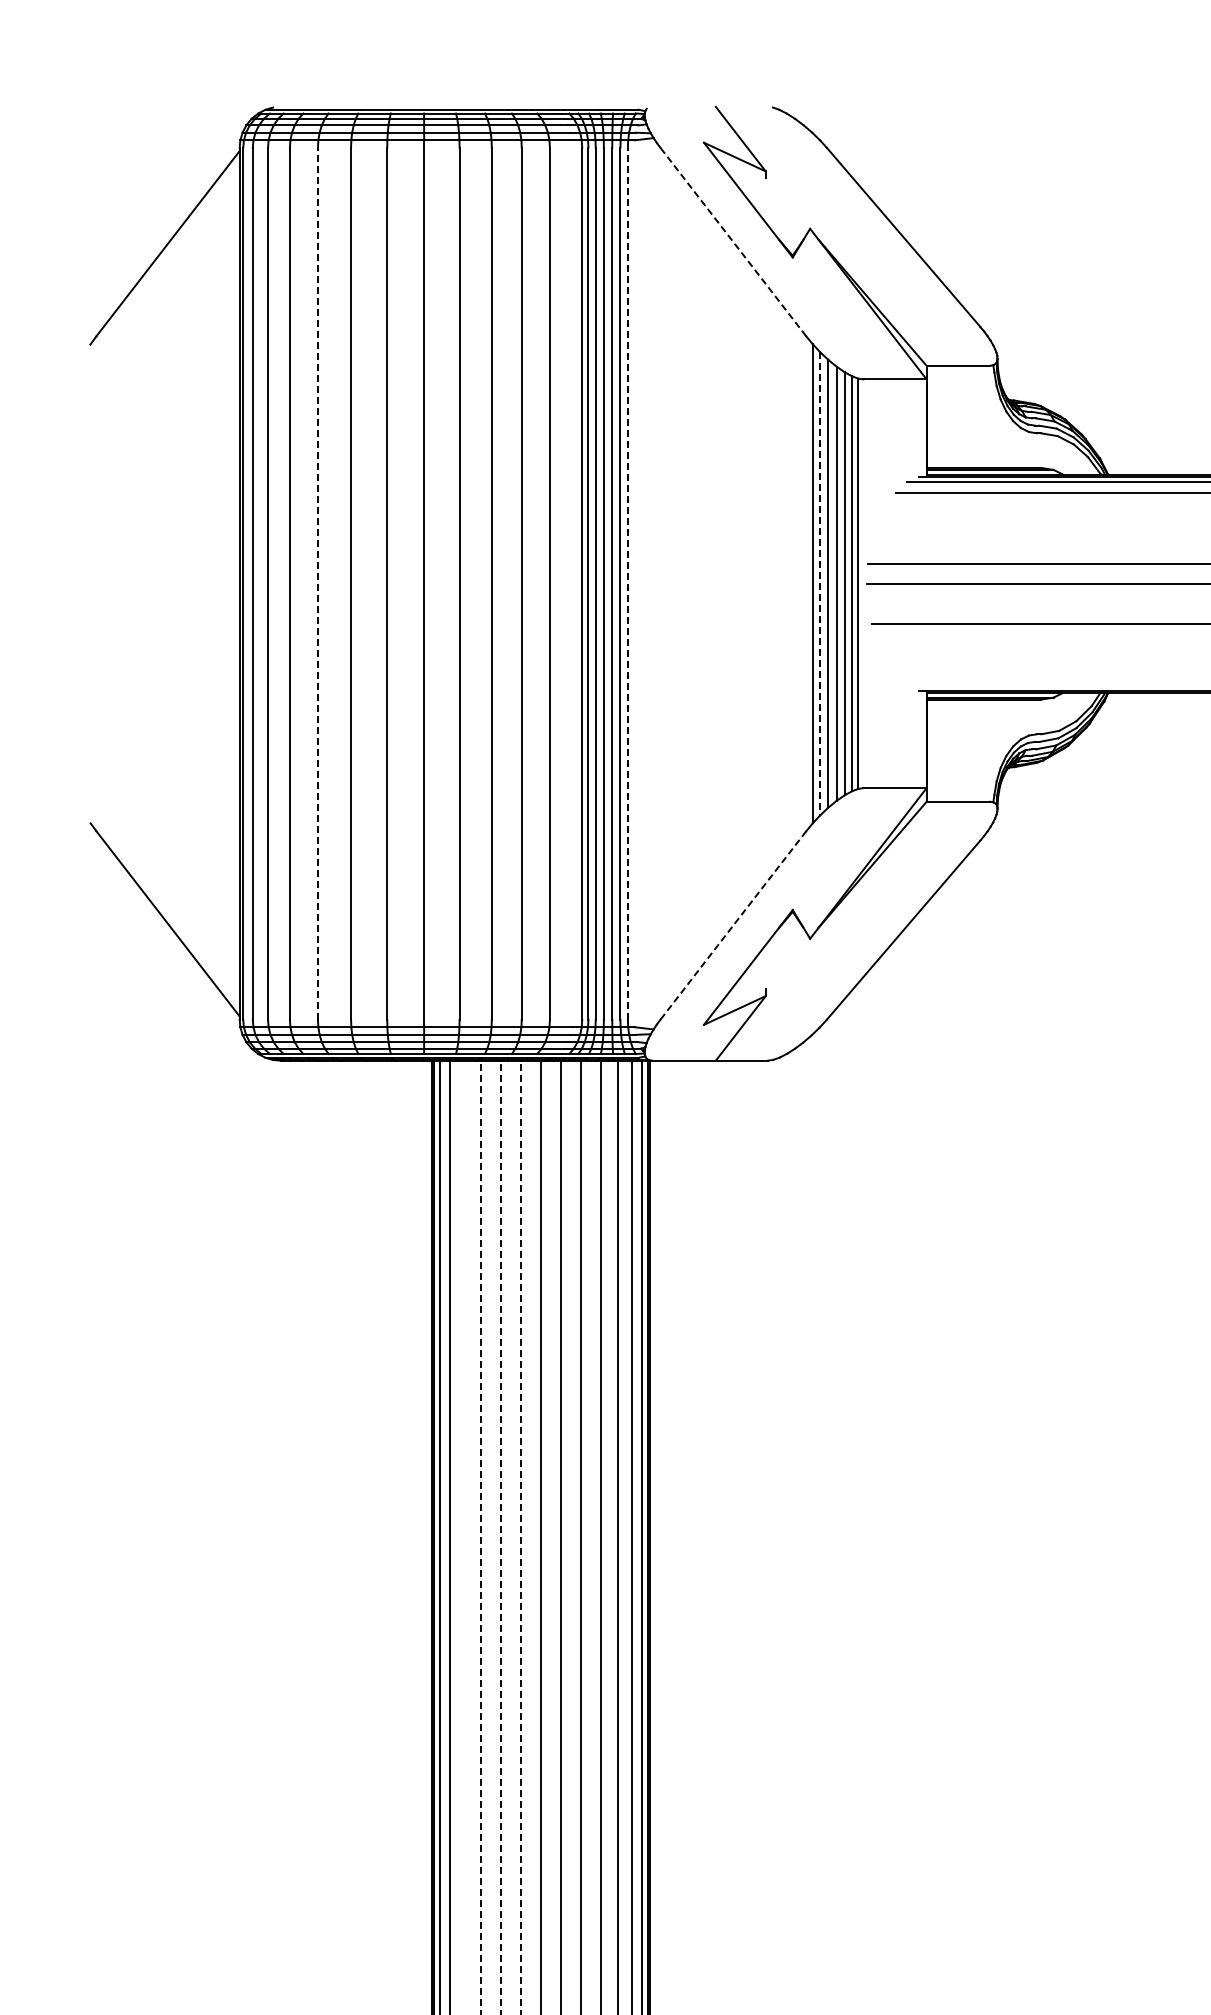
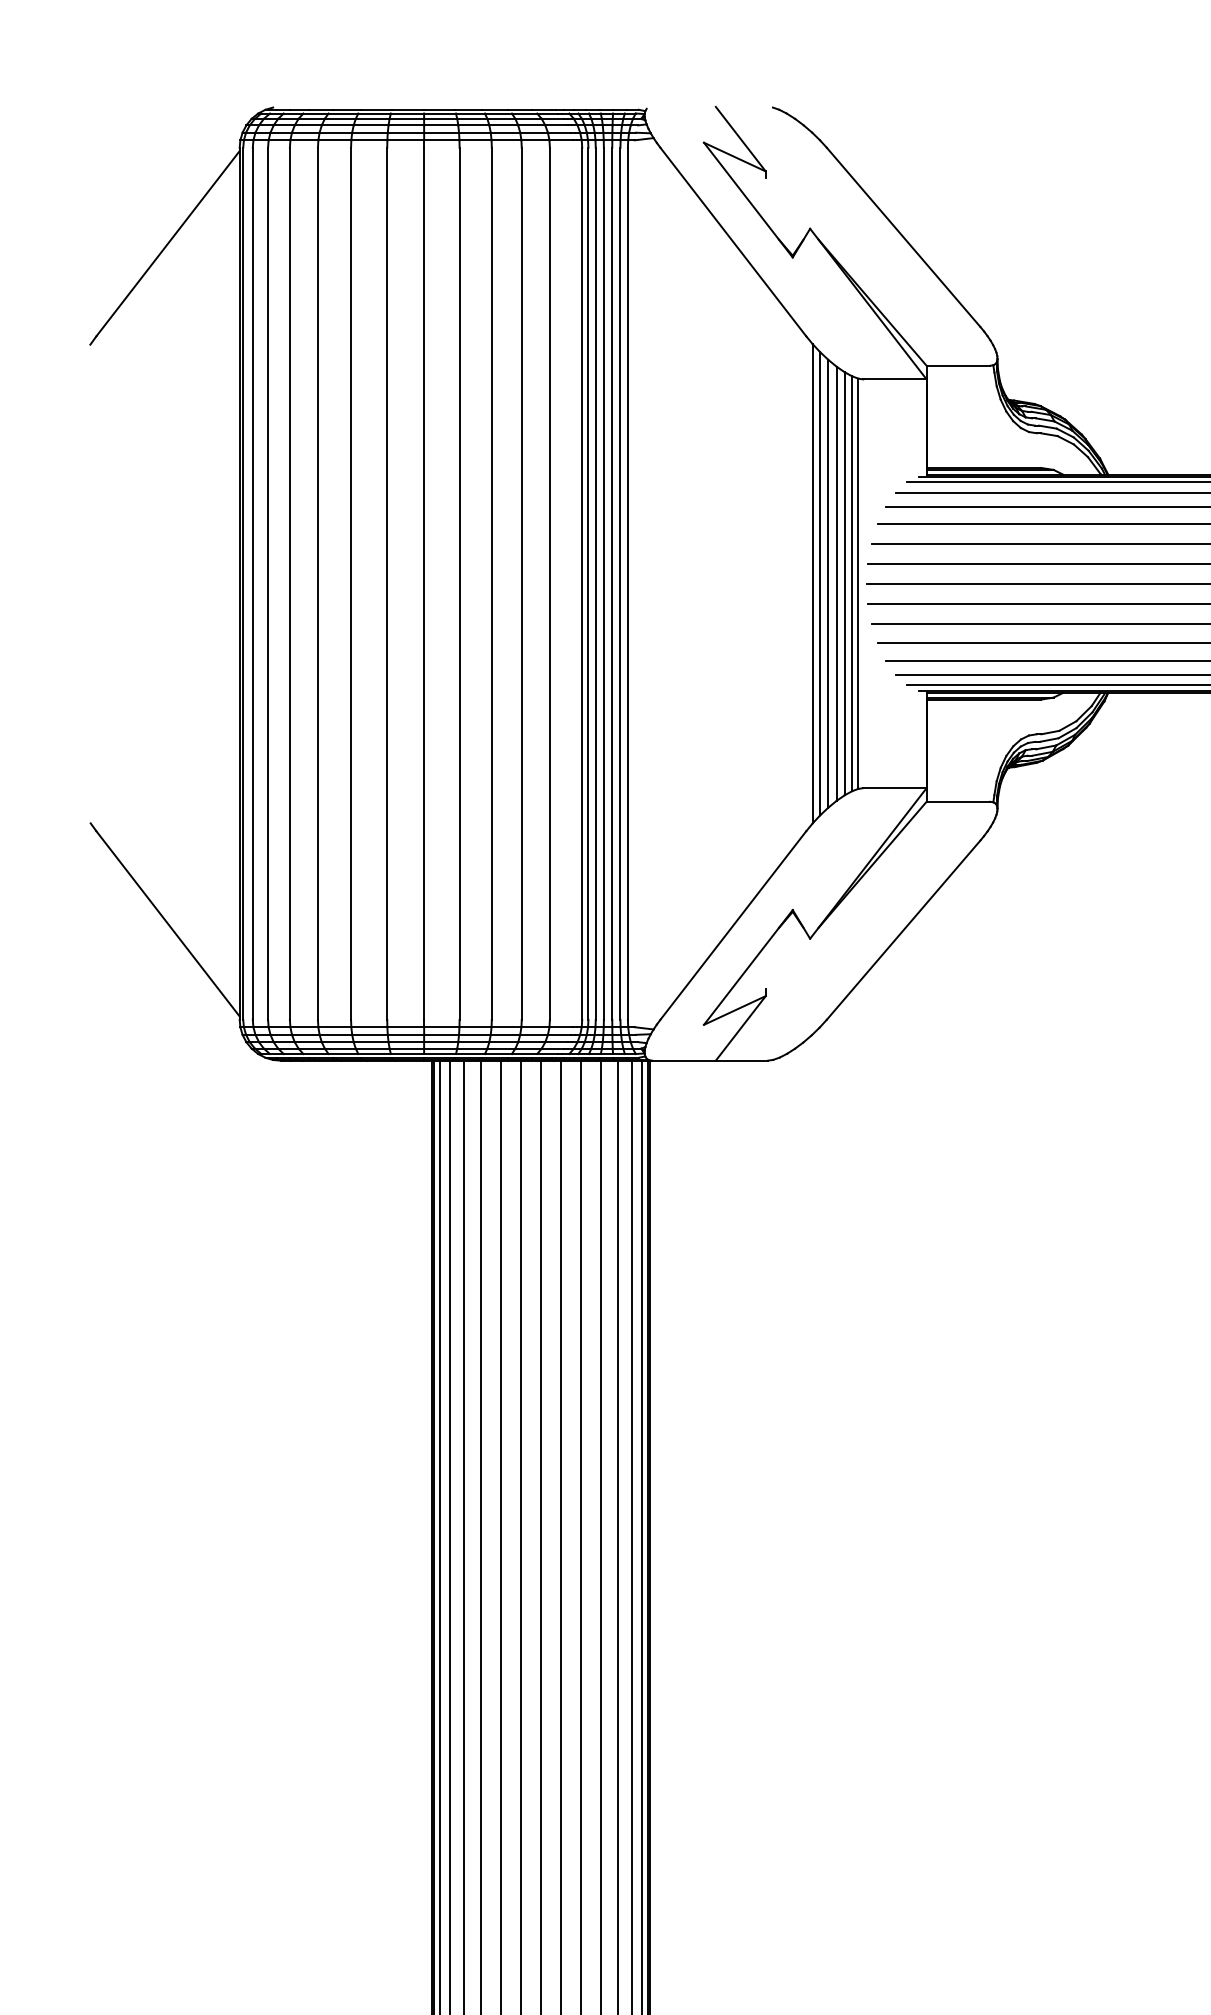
line at (733, 241): dashed -> solid
line at (1046, 506): none -> present
line at (1042, 524): none -> present
line at (1039, 543): none -> present
line at (317, 583): dashed -> solid
line at (627, 583): dashed -> solid
line at (820, 583): dashed -> solid
line at (1037, 603): none -> present
line at (1042, 643): none -> present
line at (1046, 660): none -> present
line at (1051, 675): none -> present
line at (1057, 685): none -> present
line at (733, 925): dashed -> solid
line at (463, 1535): none -> present
line at (481, 1537): dashed -> solid
line at (500, 1537): dashed -> solid
line at (521, 1537): dashed -> solid
